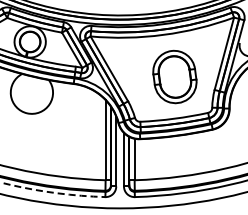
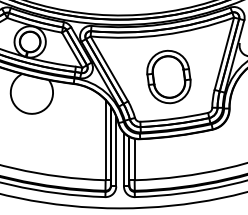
part at (174, 76) position: (174, 76) -> (168, 76)
arc at (52, 192): dashed -> solid
